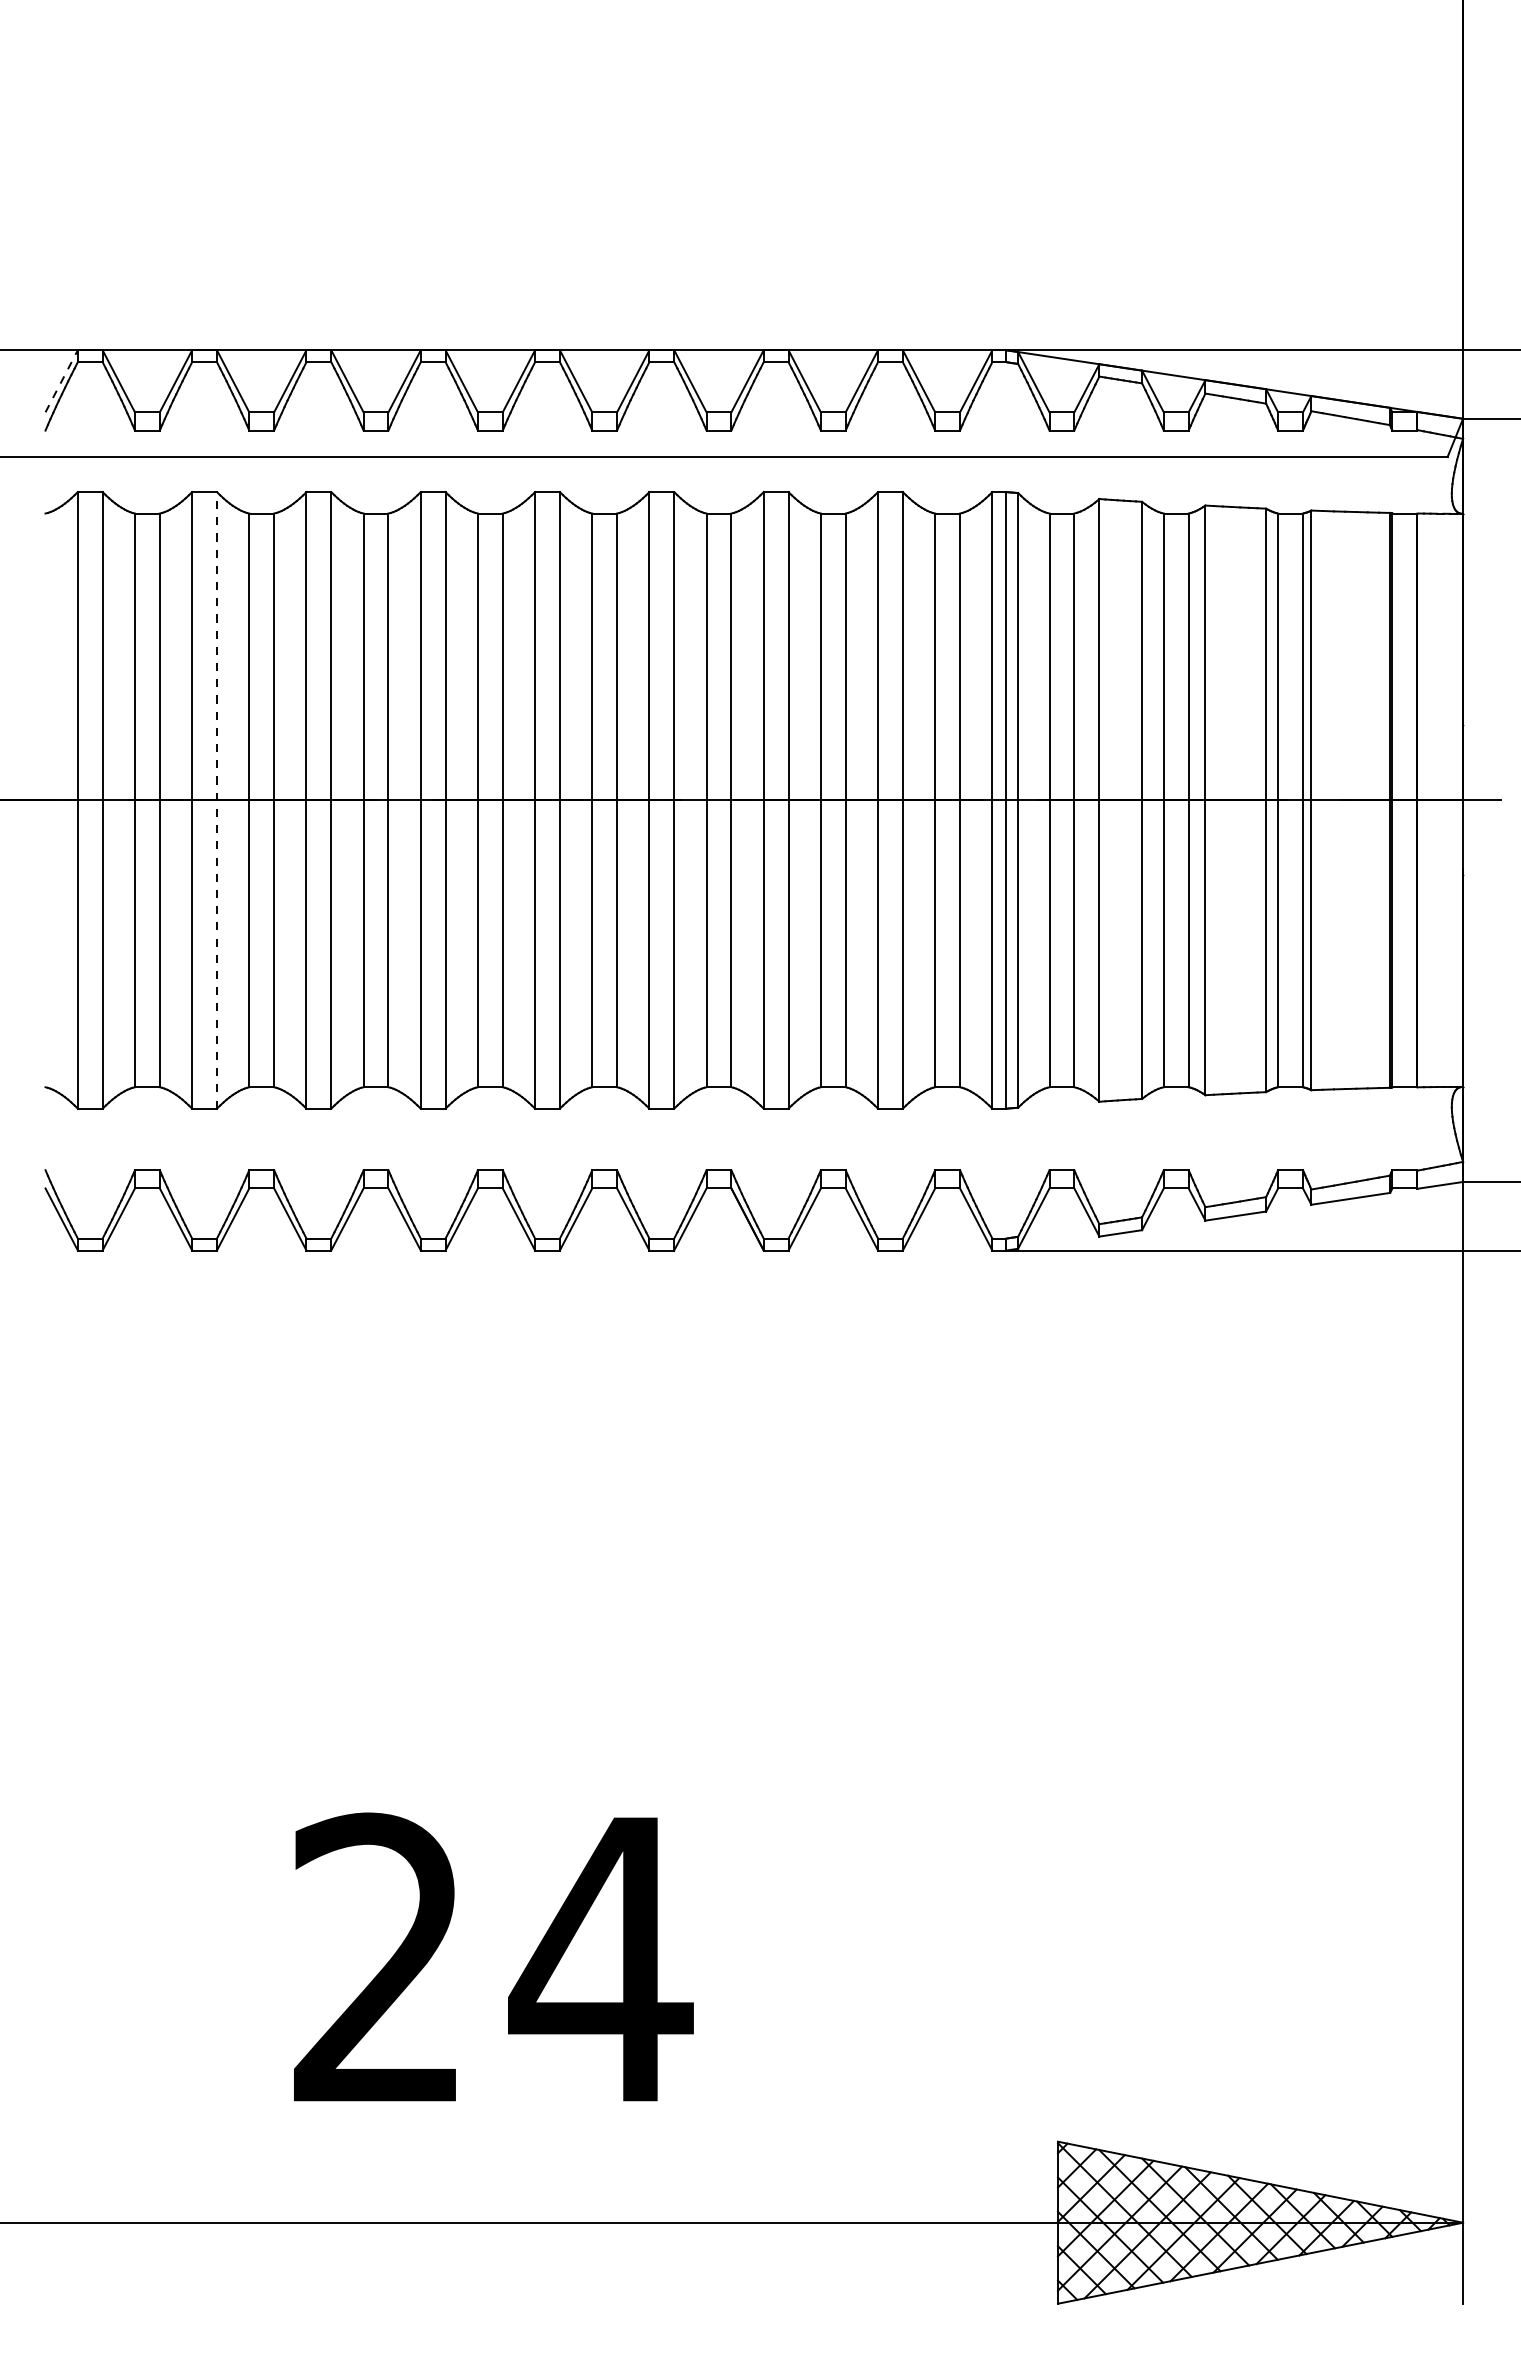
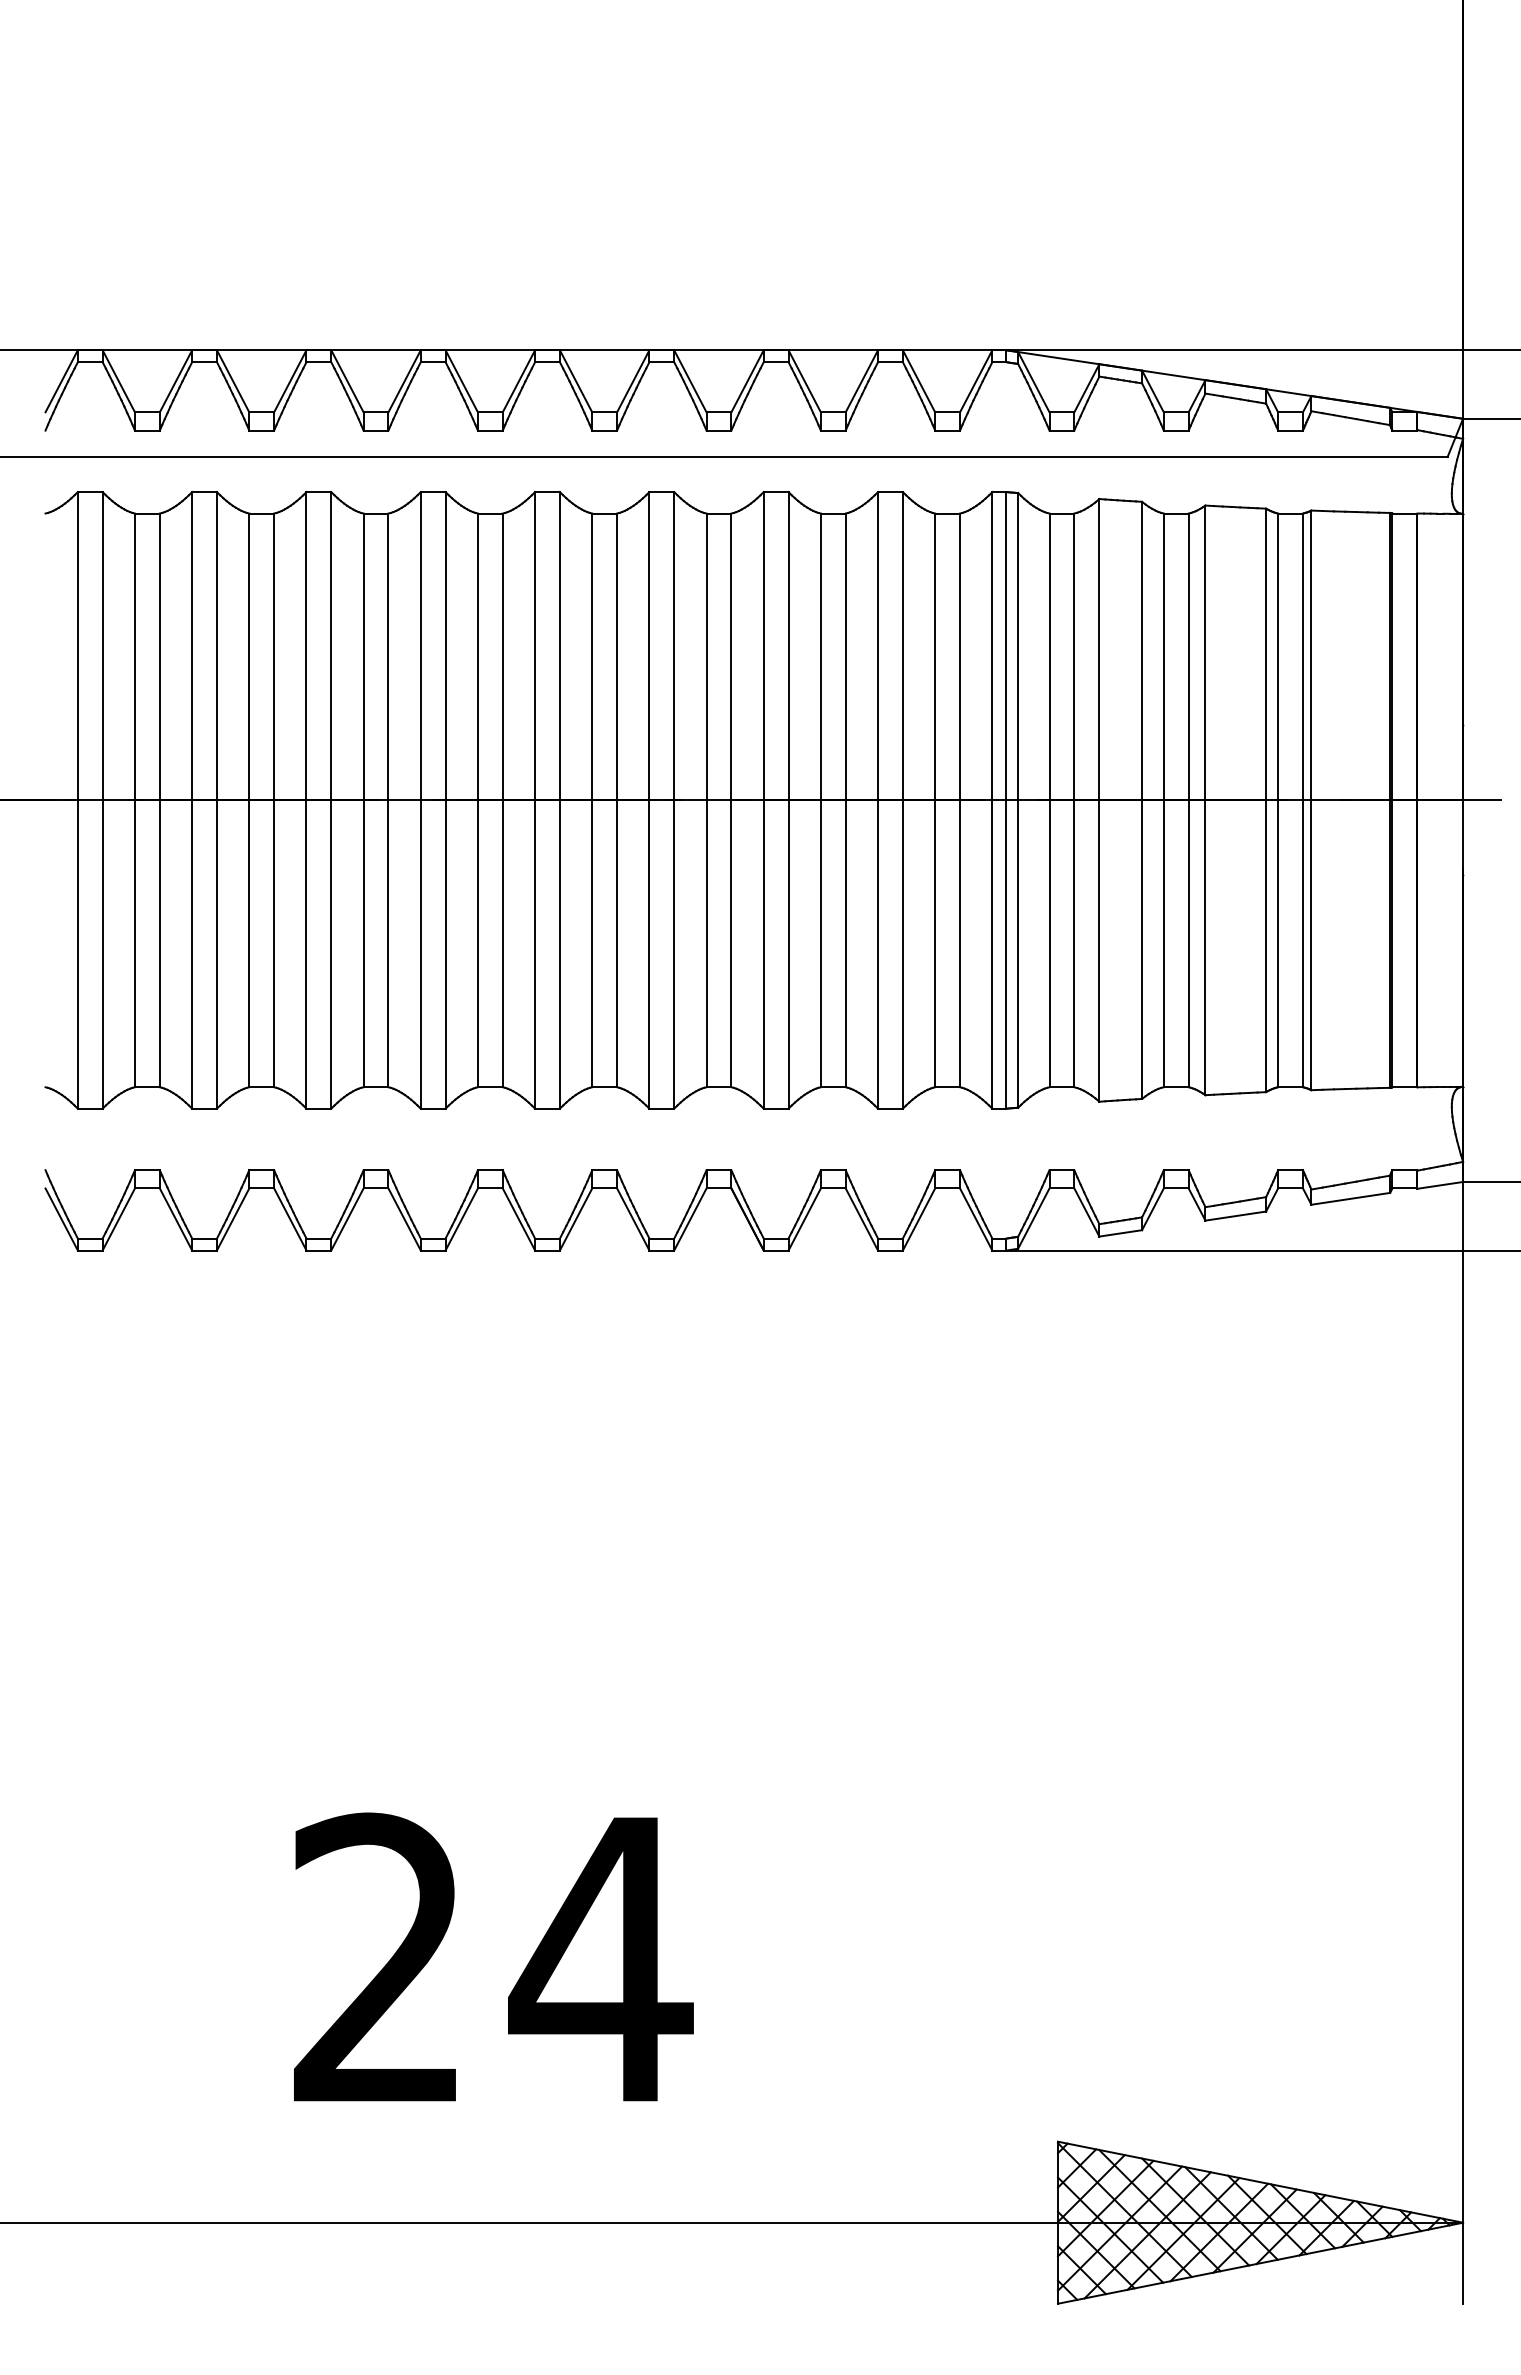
line at (61, 381): dashed -> solid
line at (216, 799): dashed -> solid
